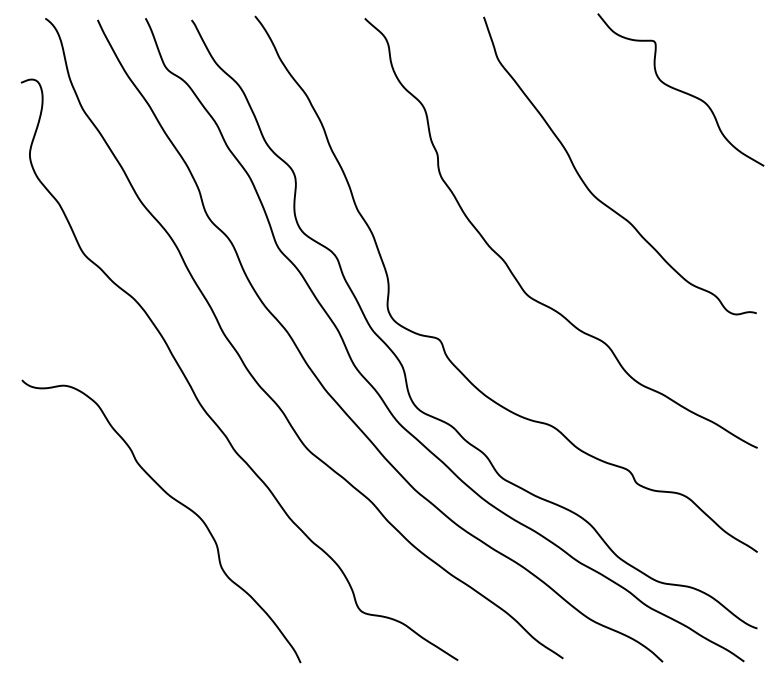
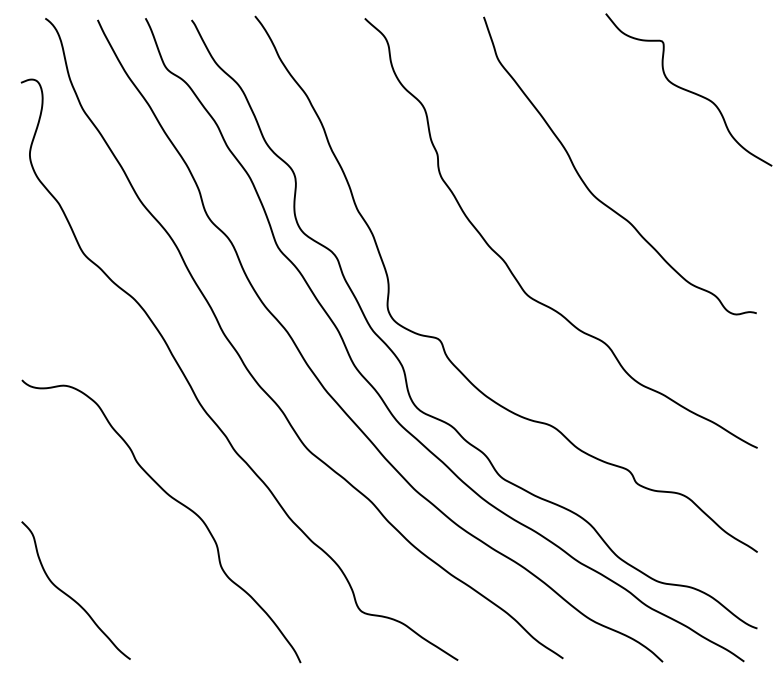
curve at (679, 89) position: (679, 89) -> (687, 89)
curve at (72, 597): none -> present
